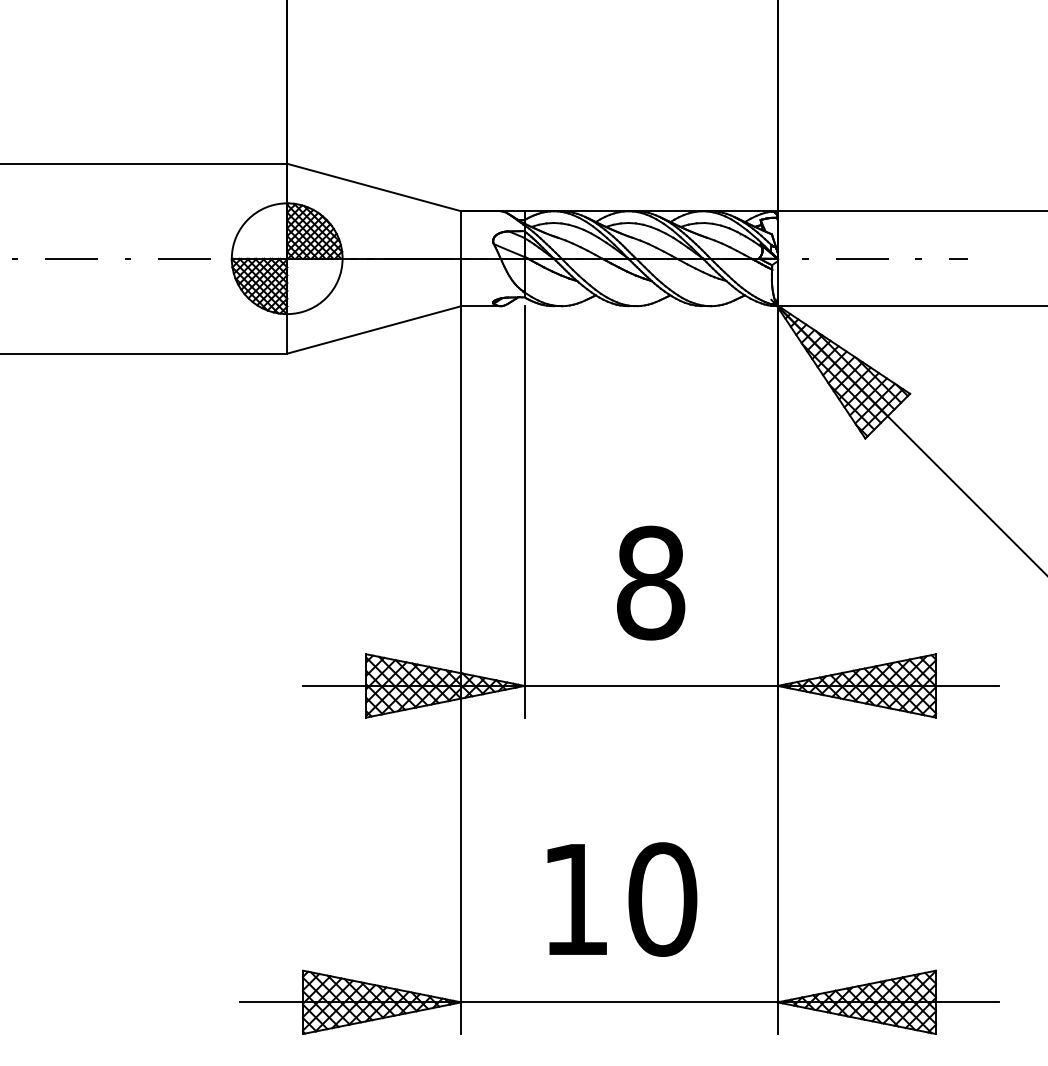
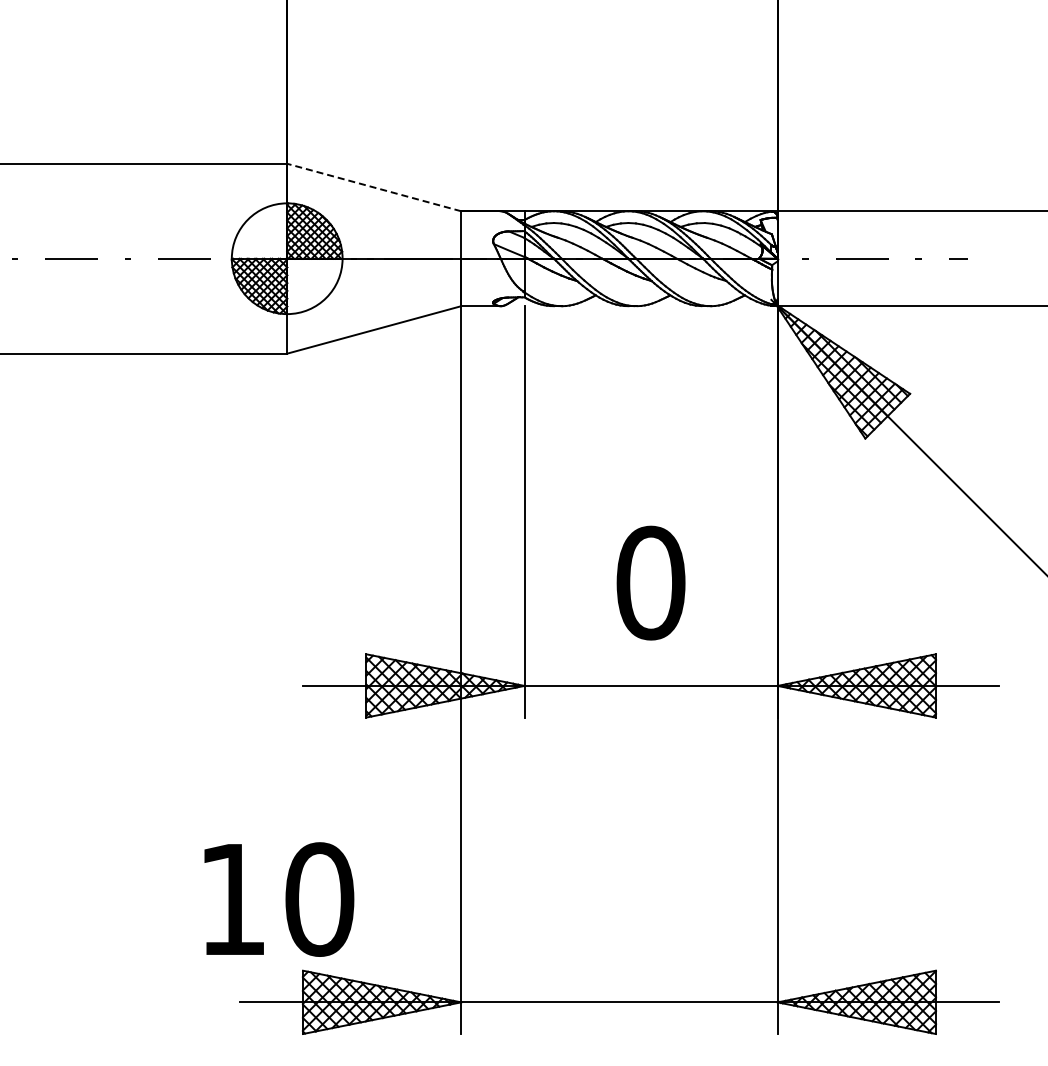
line at (373, 187): solid -> dashed
text at (650, 583): 8 -> 0
text at (622, 899) position: (622, 899) -> (279, 899)
